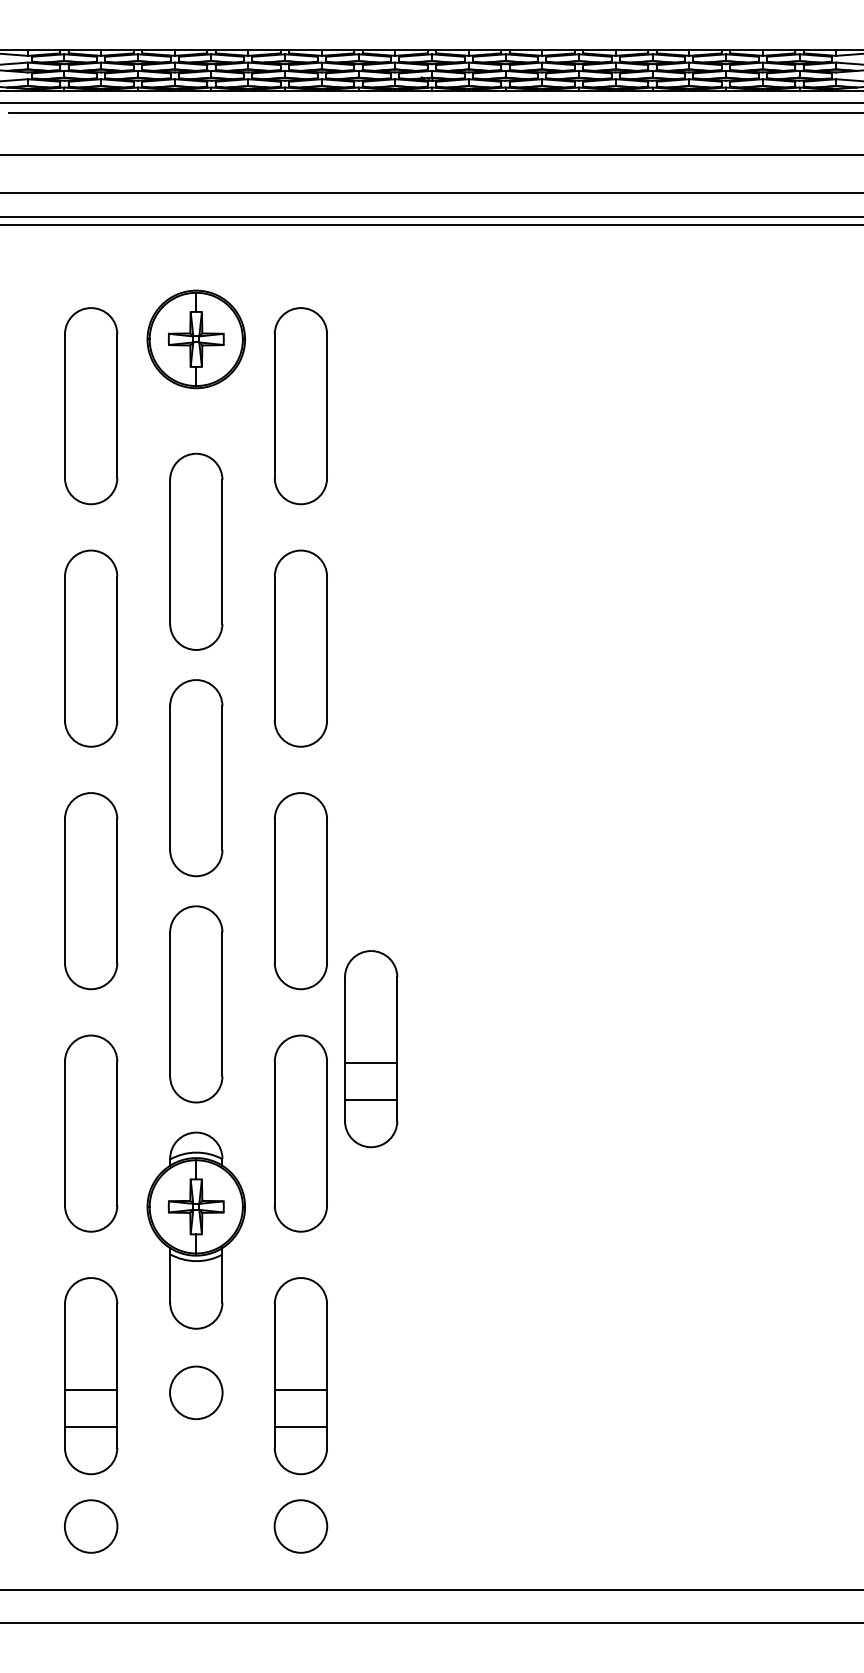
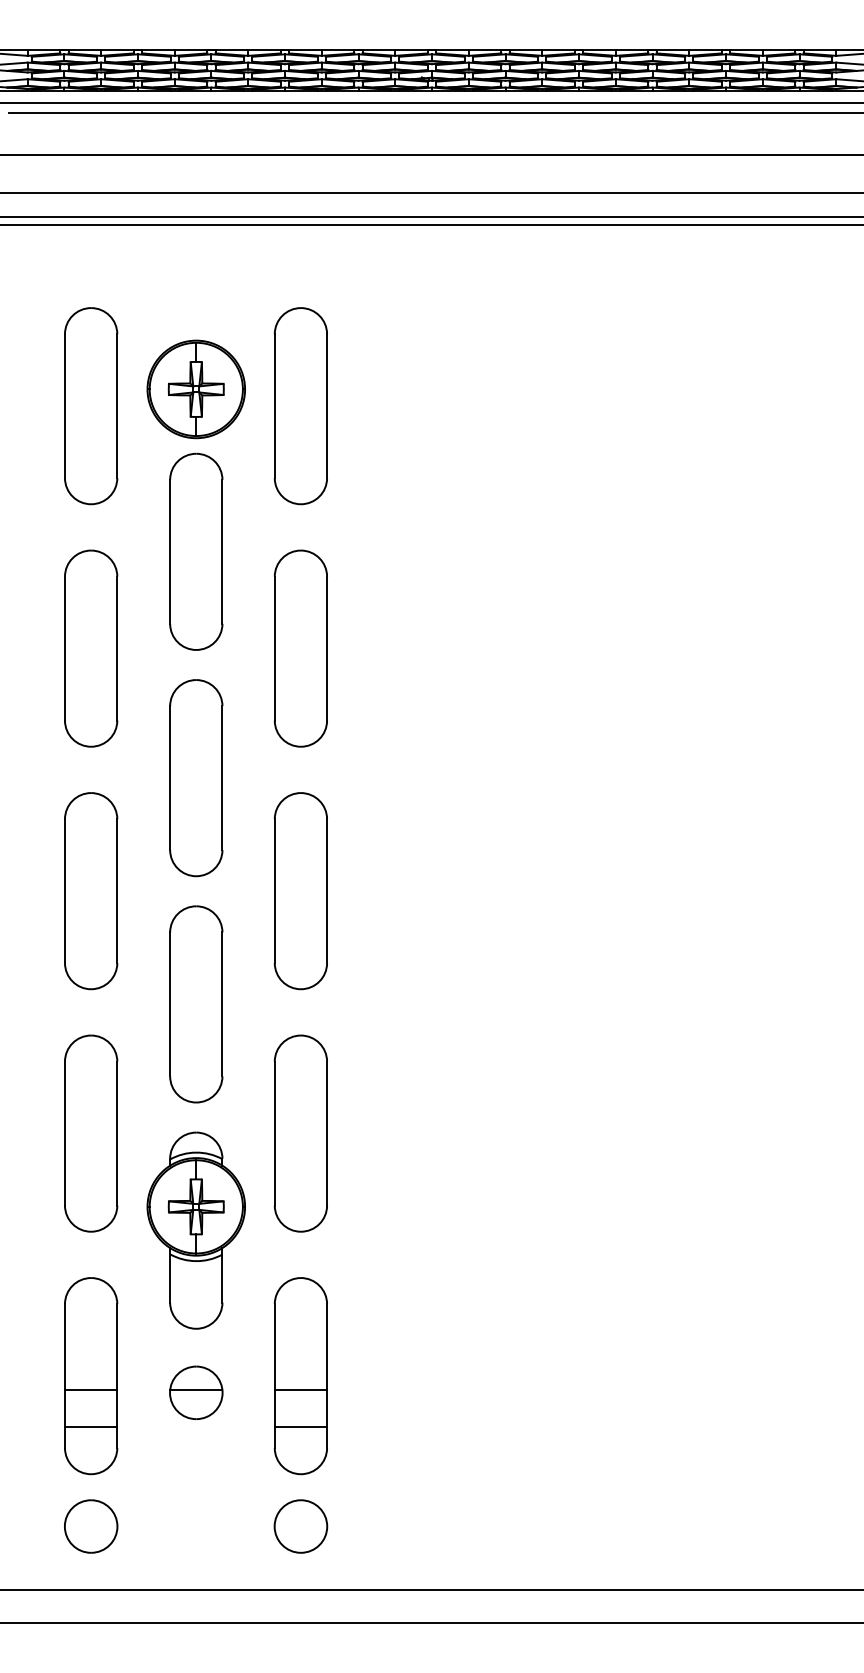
part at (195, 339) position: (195, 339) -> (195, 389)
part at (371, 1049): present -> none
line at (196, 1389): none -> present
